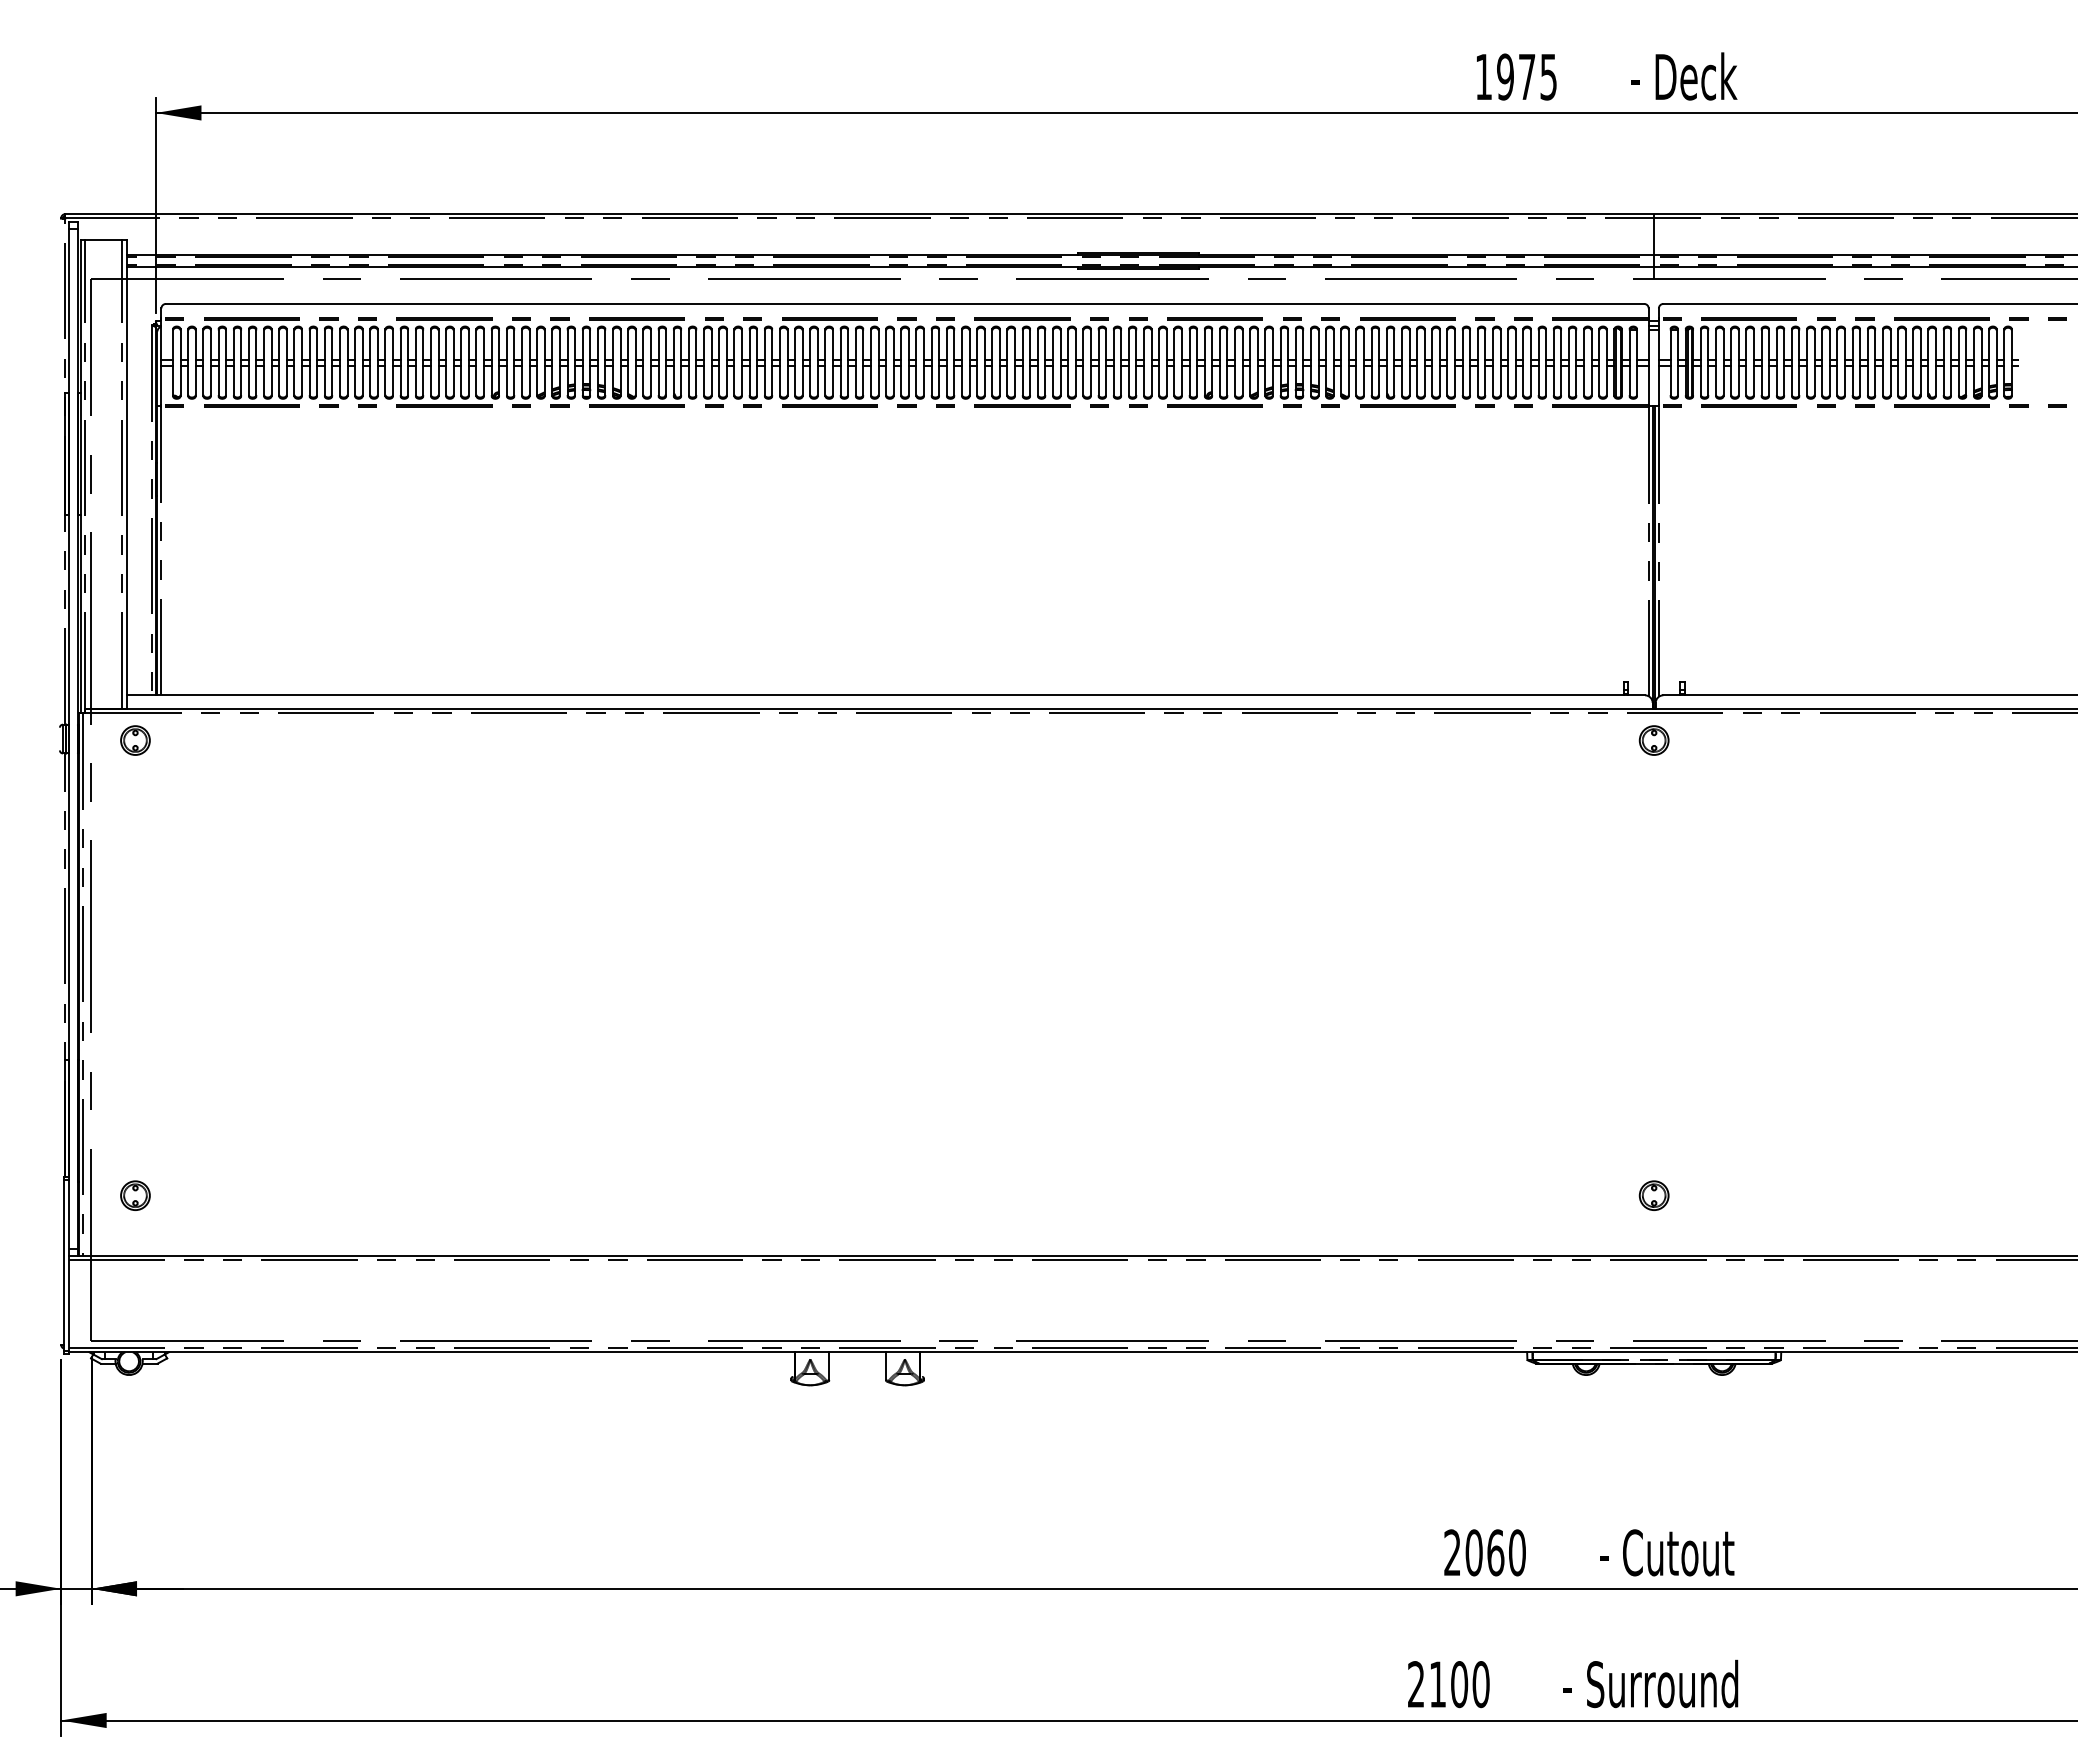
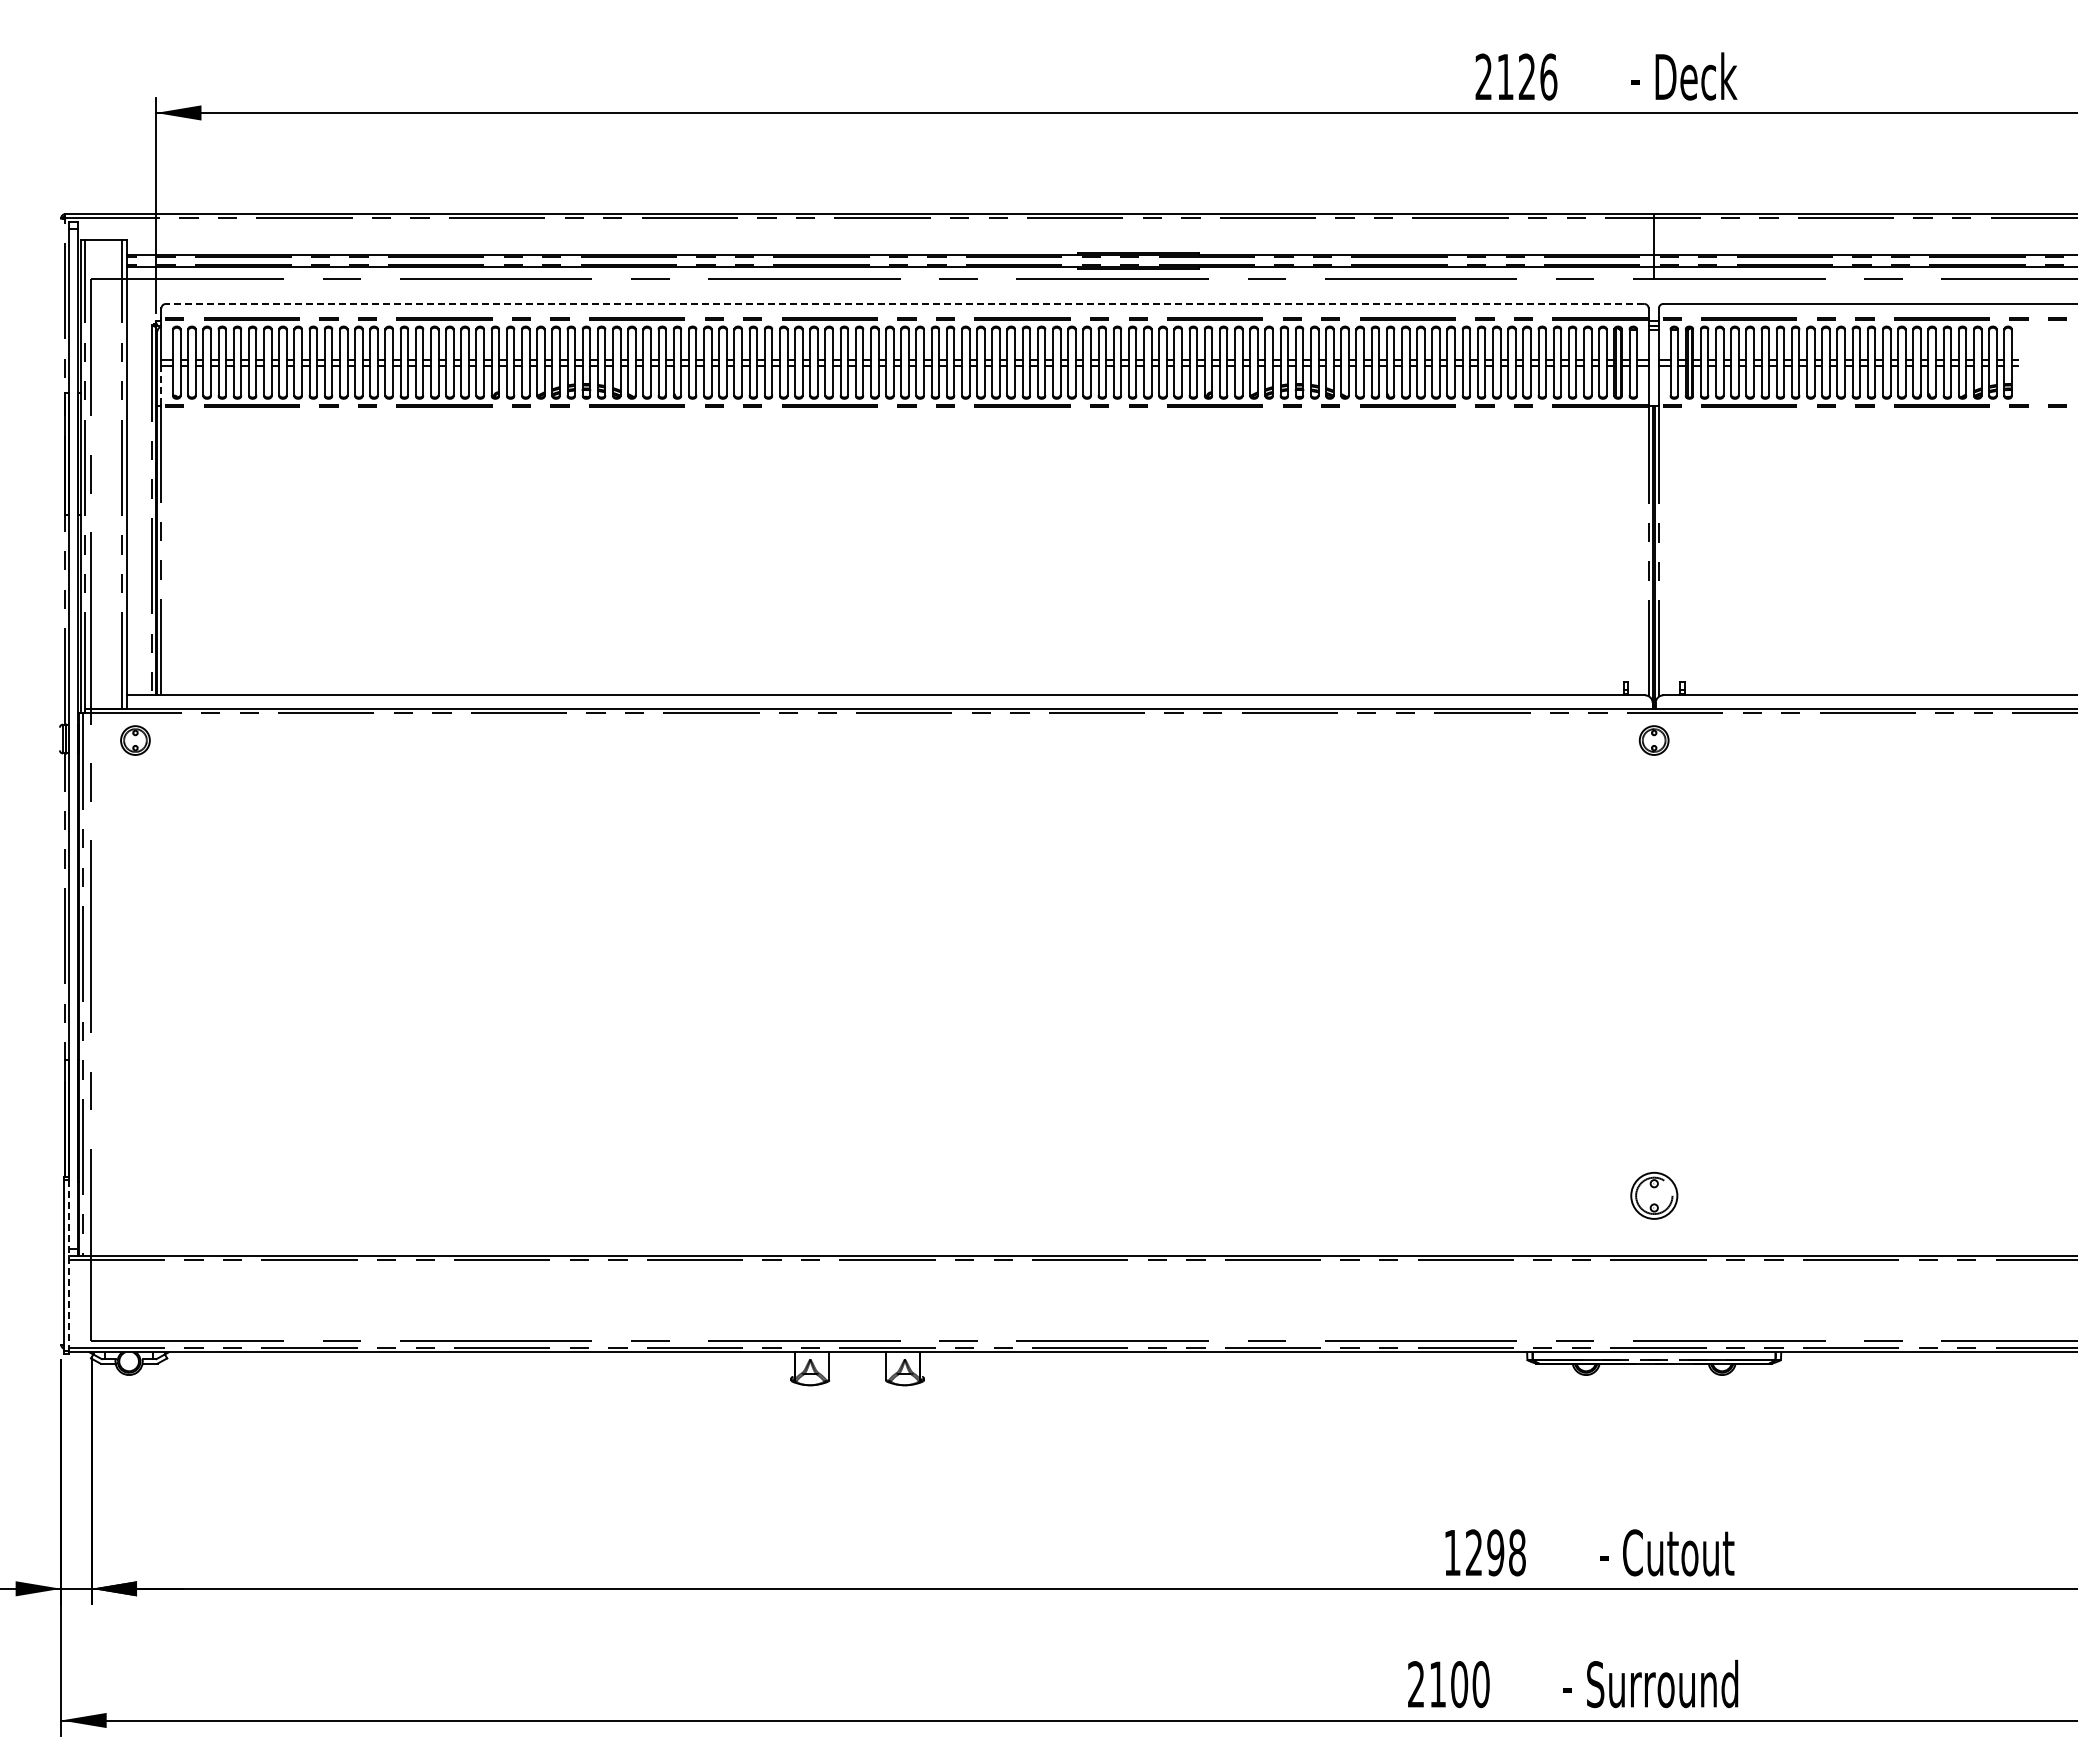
text at (1516, 76): 1975 -> 2126
line at (904, 303): solid -> dashed
line at (161, 385): solid -> dashed
part at (135, 1195): present -> none
part at (1653, 1195) size: 32x31 px -> 49x49 px
line at (68, 1265): solid -> dashed
text at (1484, 1552): 2060 -> 1298
